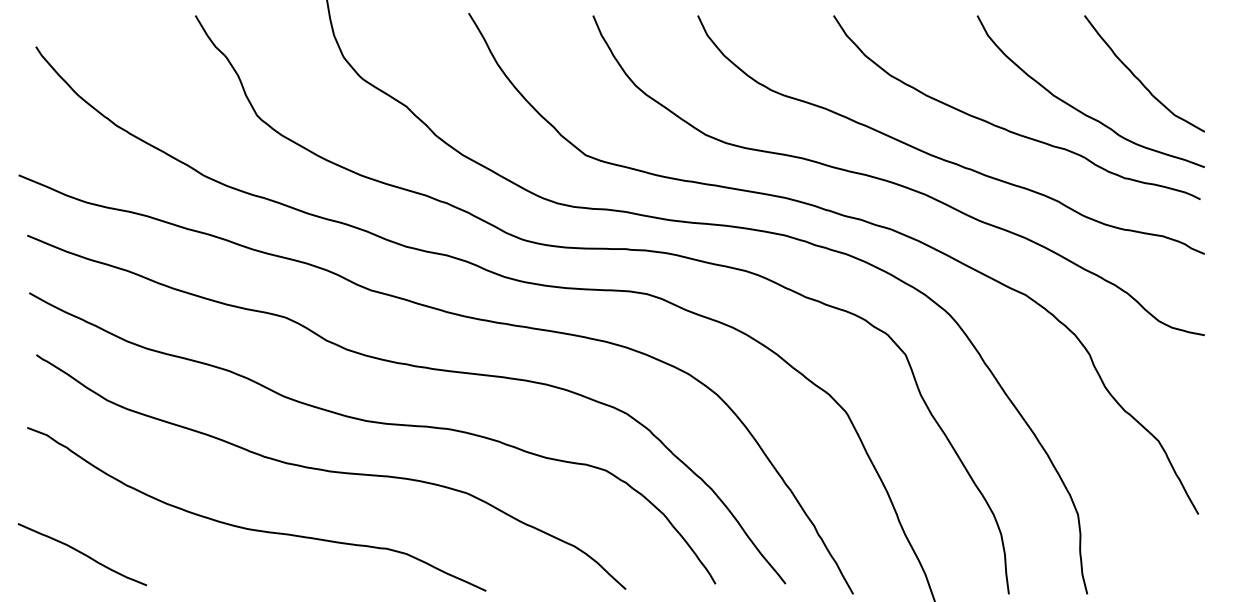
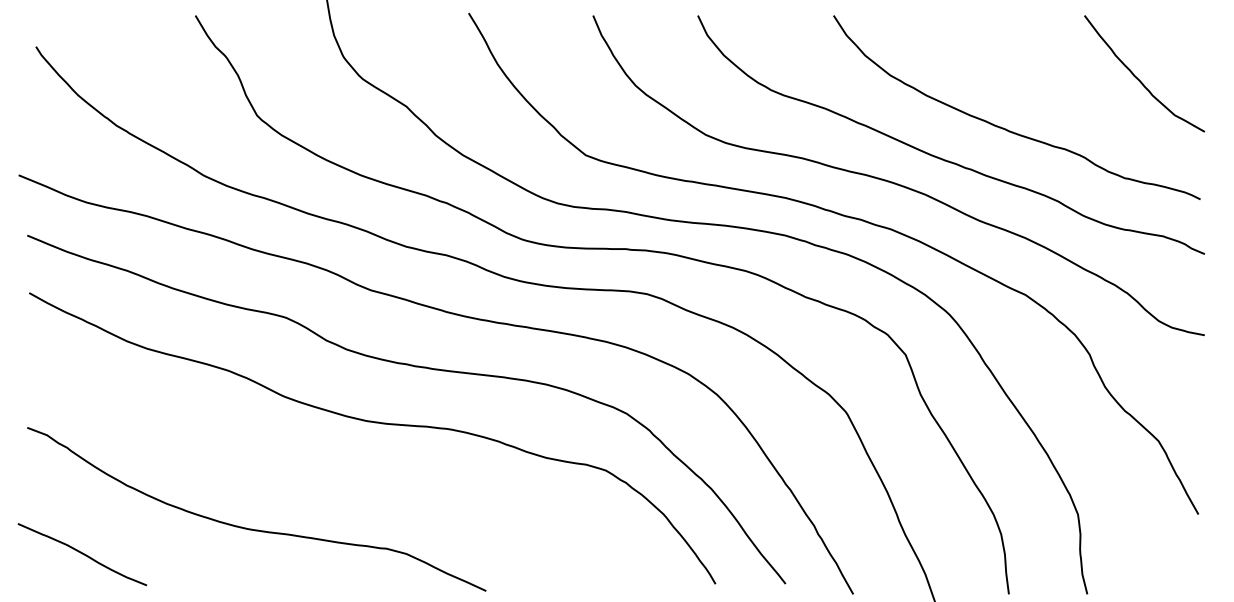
curve at (1080, 110): present -> none
curve at (331, 471): present -> none
